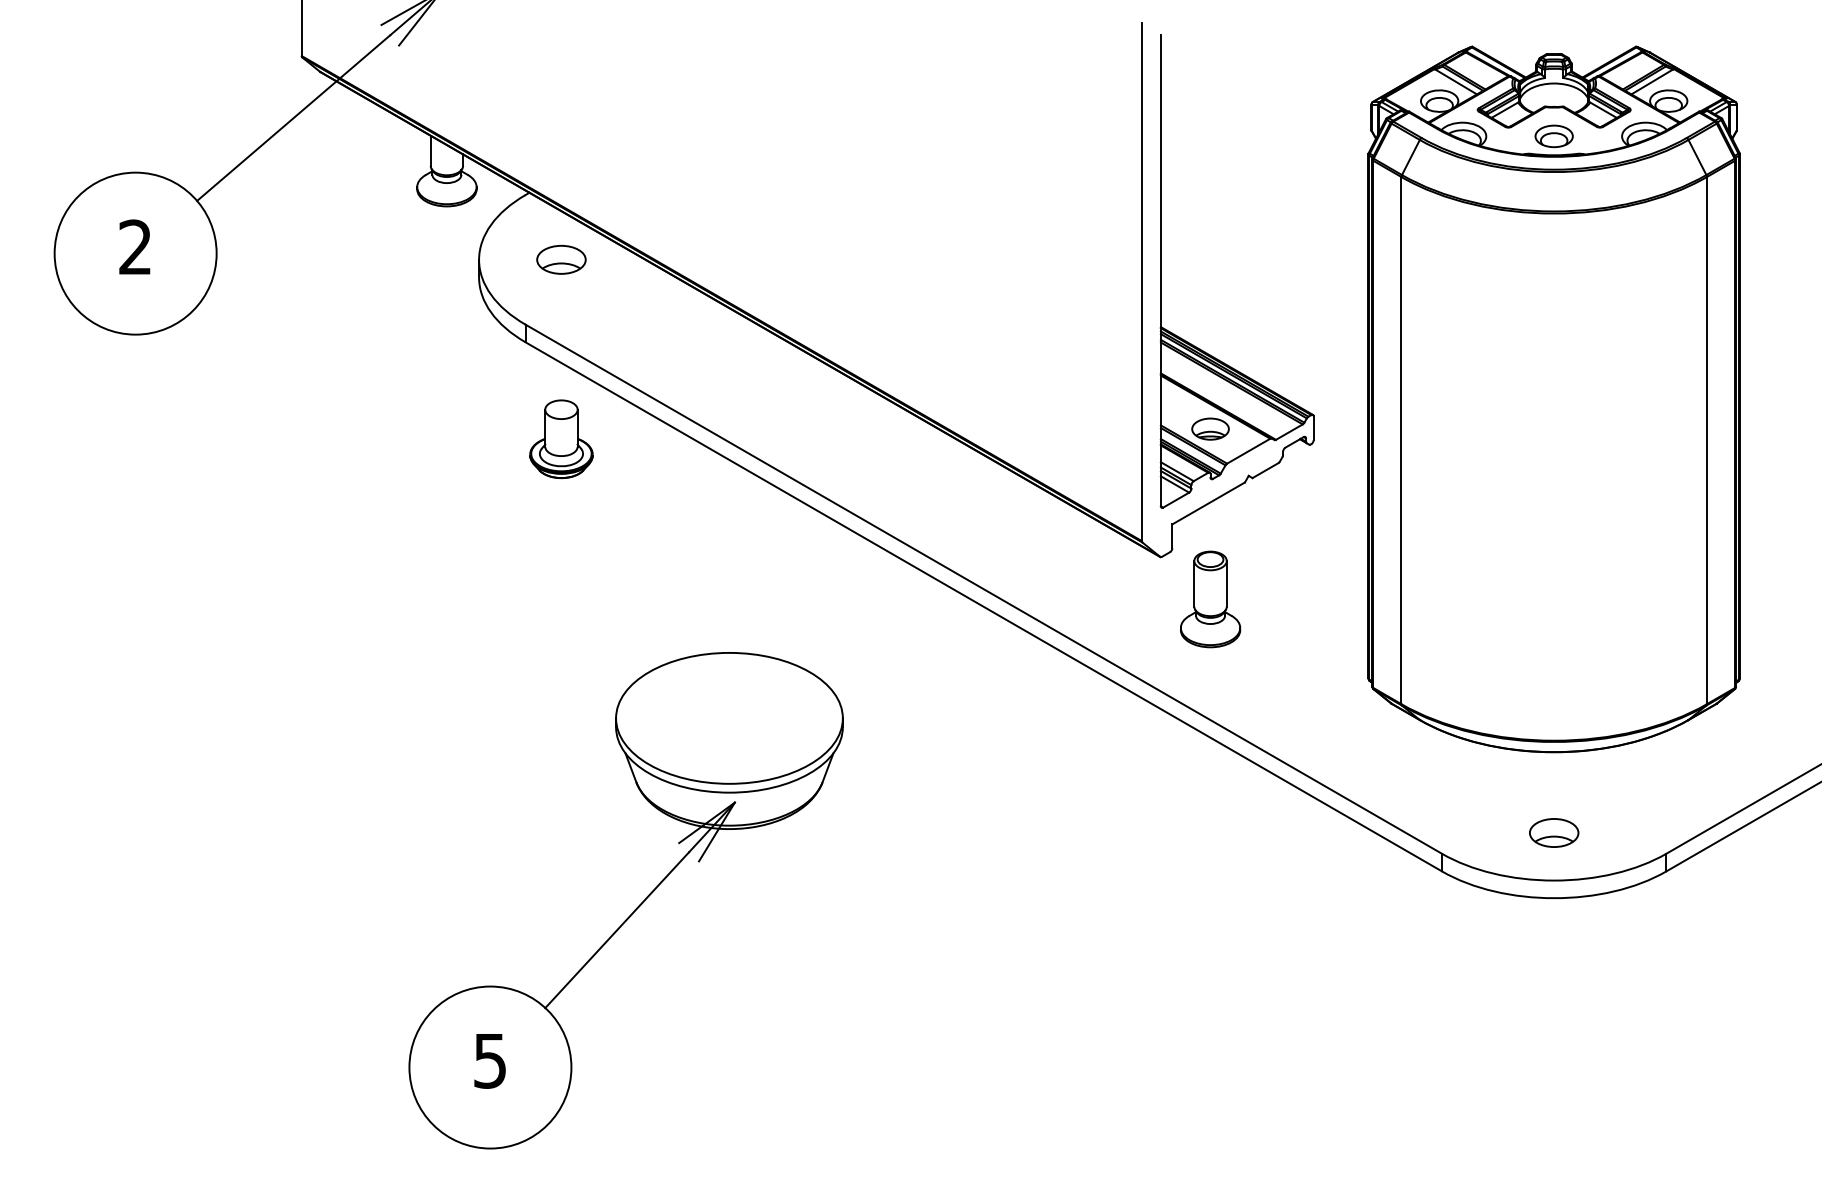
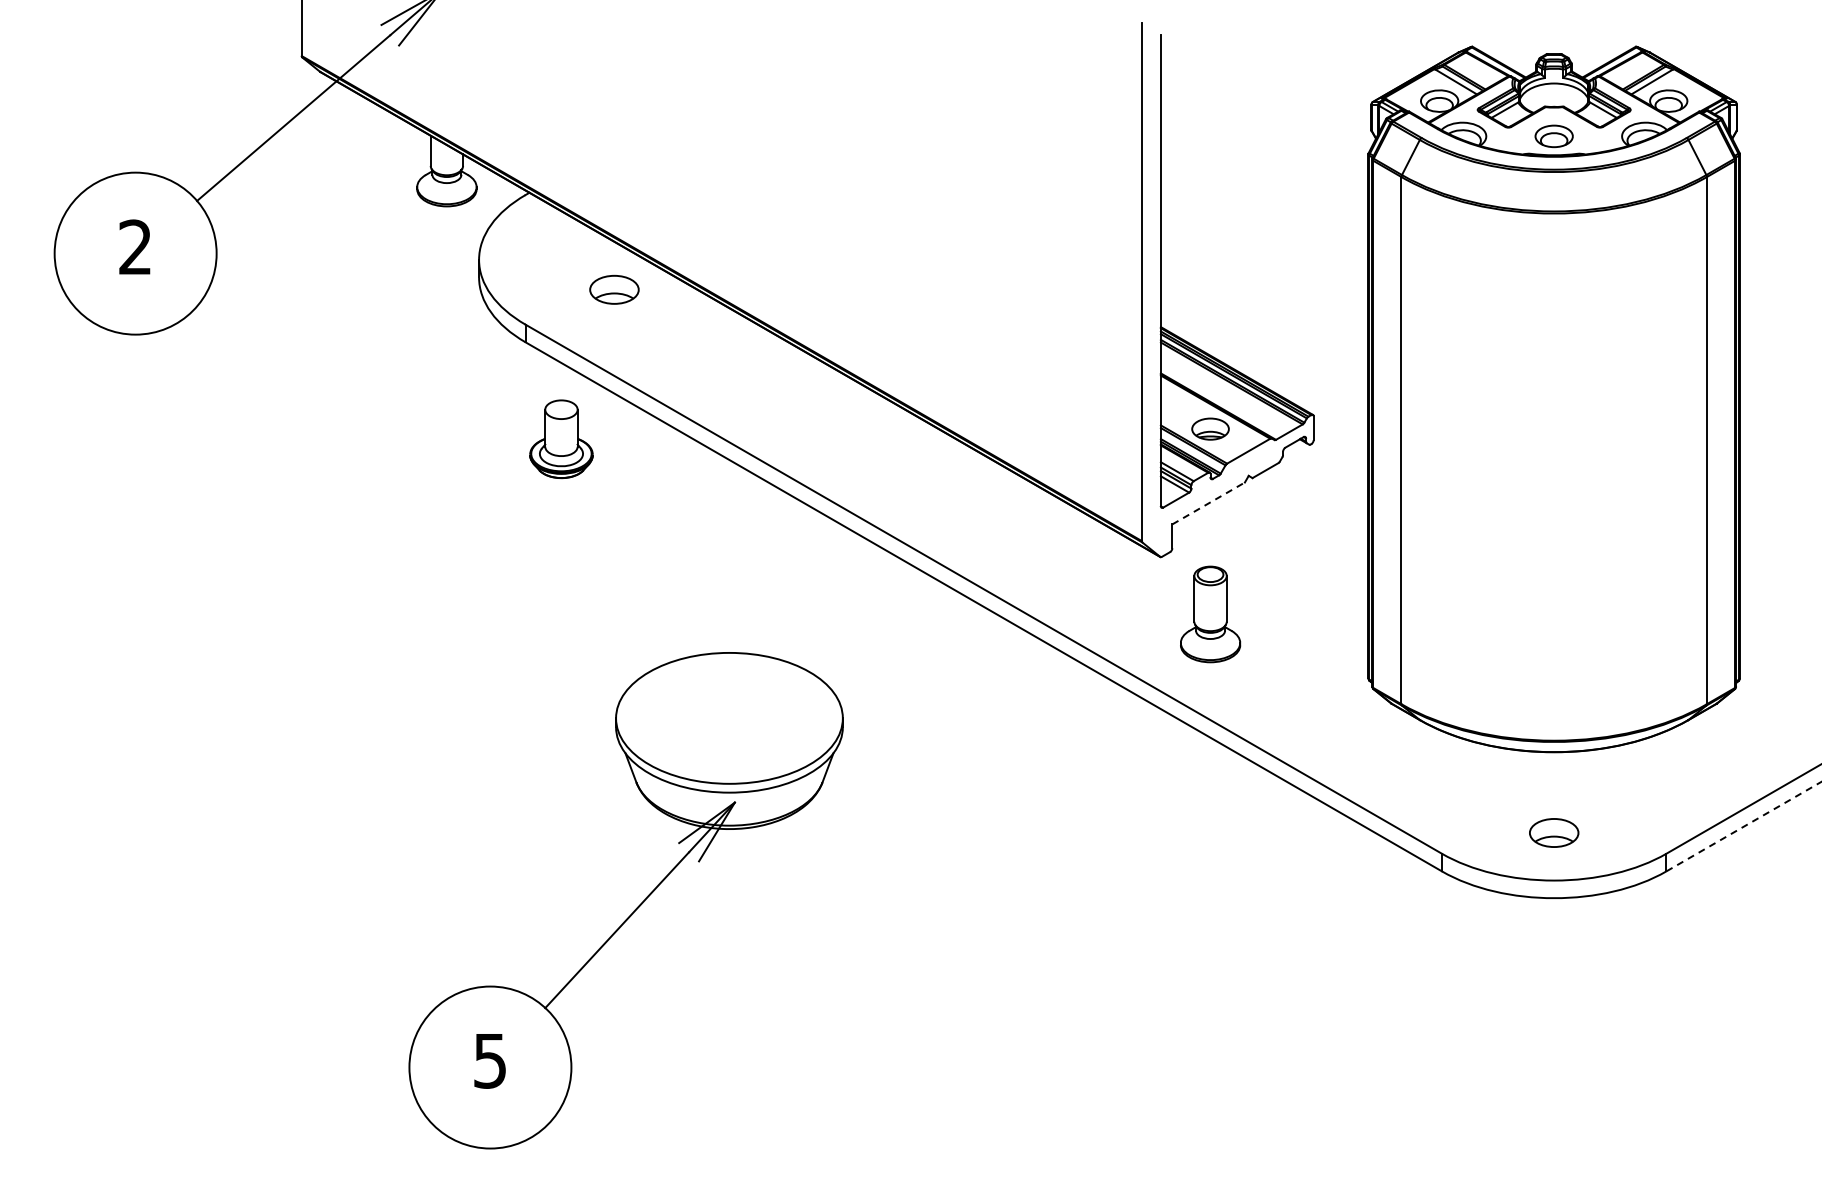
part at (561, 259) position: (561, 259) -> (614, 289)
line at (1208, 503): solid -> dashed
part at (1210, 599) position: (1210, 599) -> (1210, 614)
line at (1744, 826): solid -> dashed
